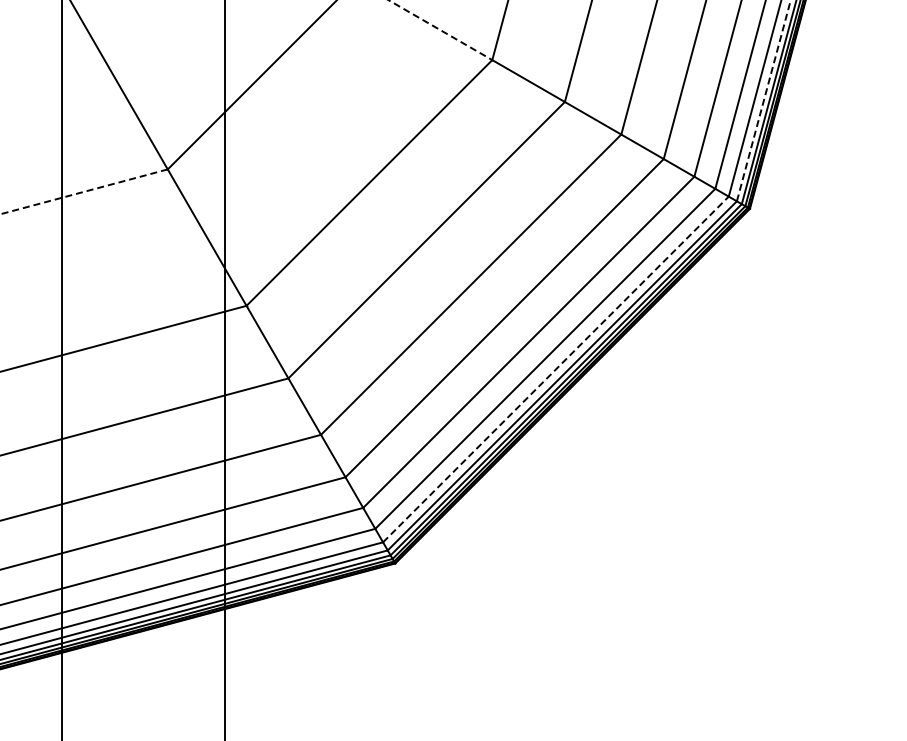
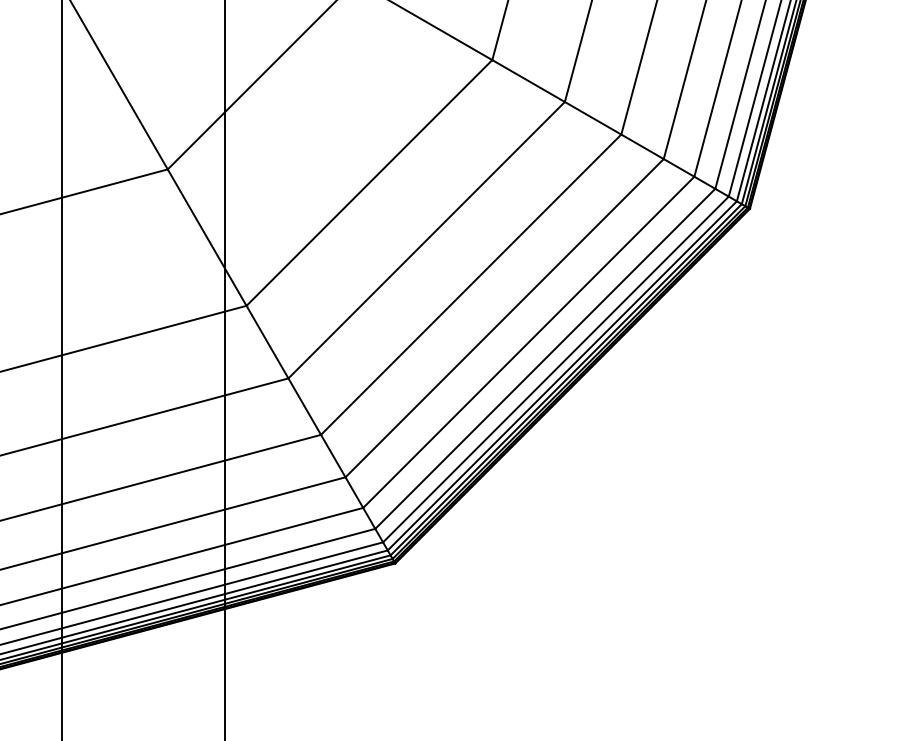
line at (440, 30): dashed -> solid
line at (763, 100): dashed -> solid
line at (84, 191): dashed -> solid
line at (556, 369): dashed -> solid
